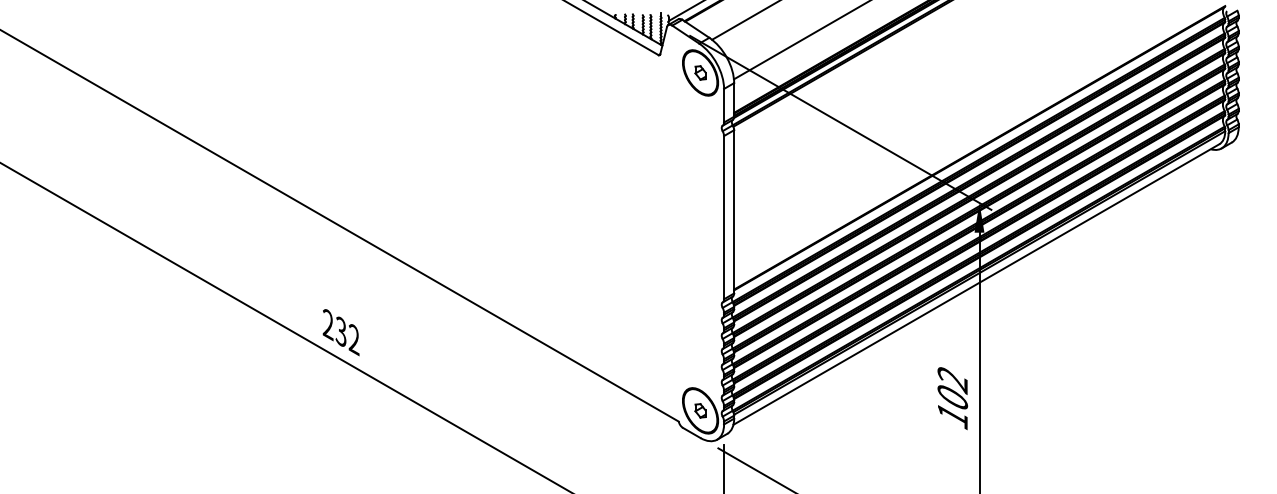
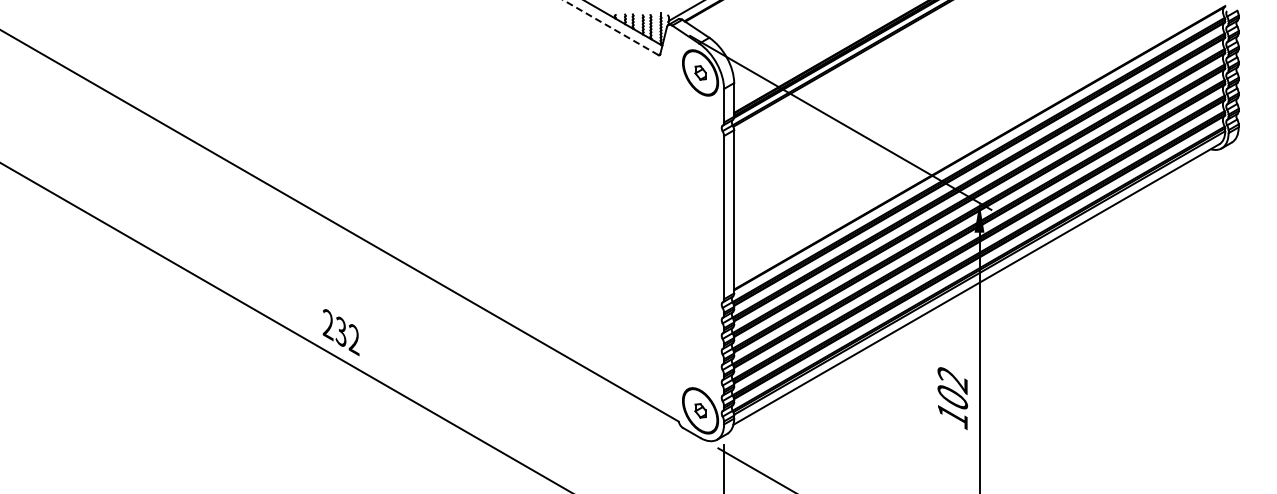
line at (744, 20): present -> none
line at (610, 27): solid -> dashed
line at (800, 40): present -> none
